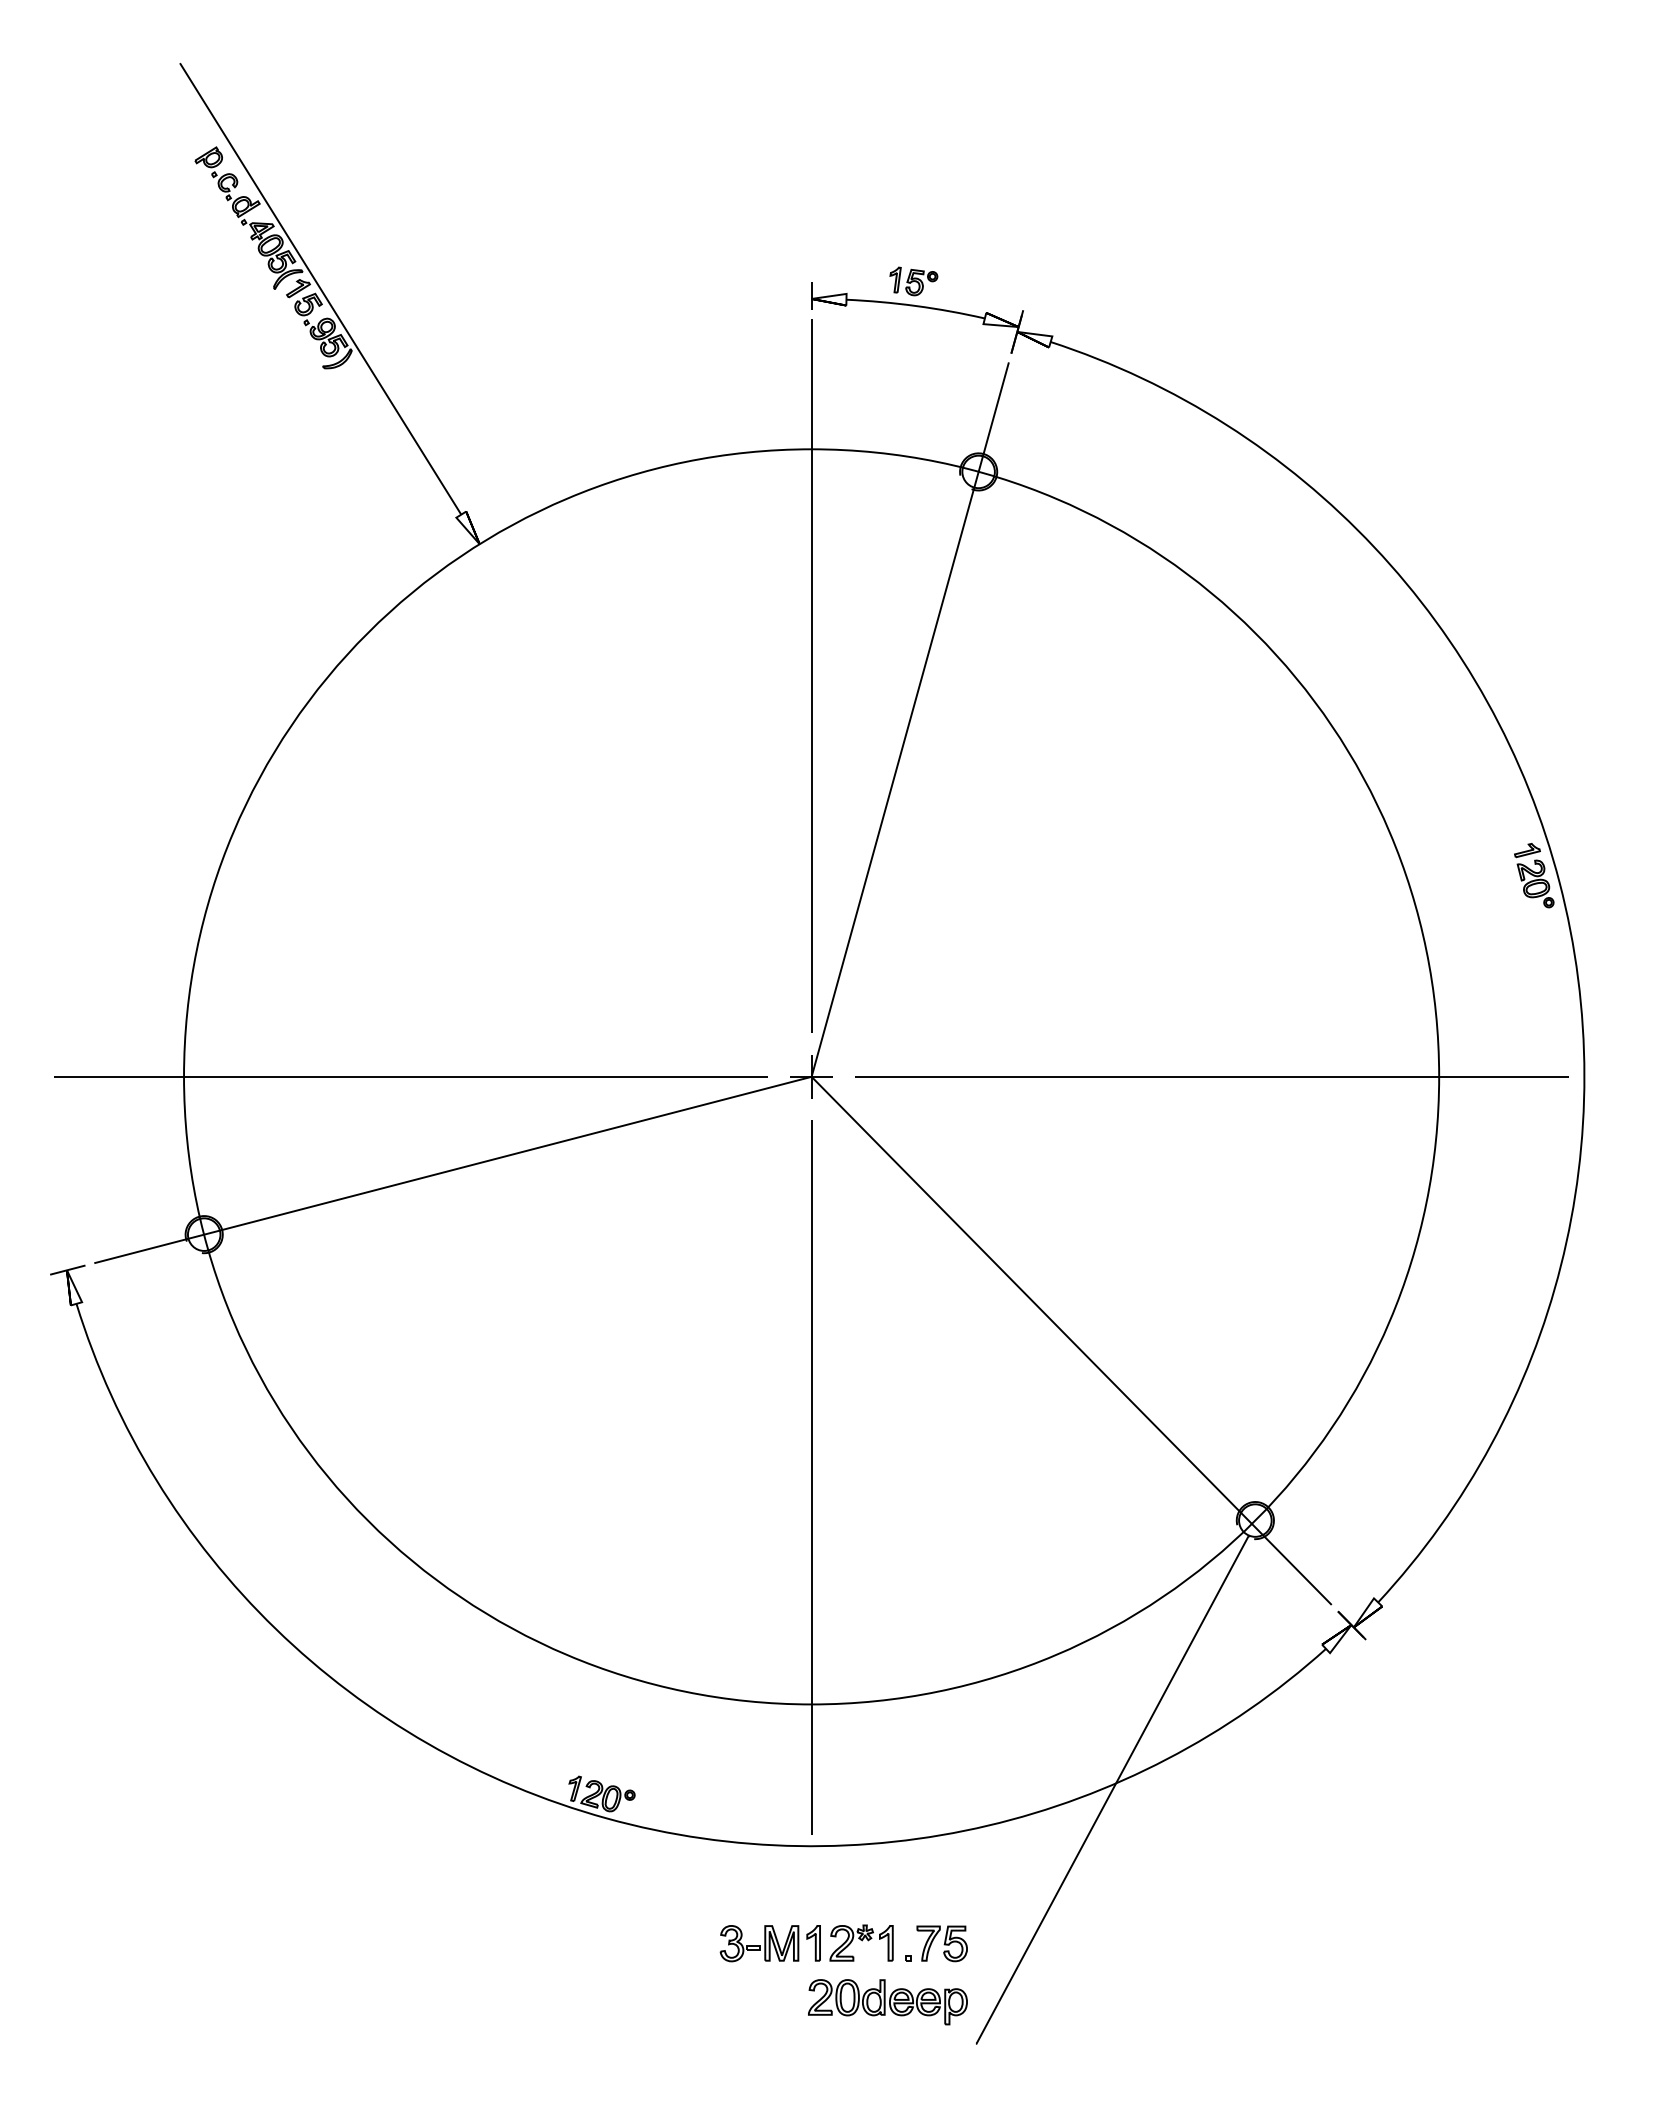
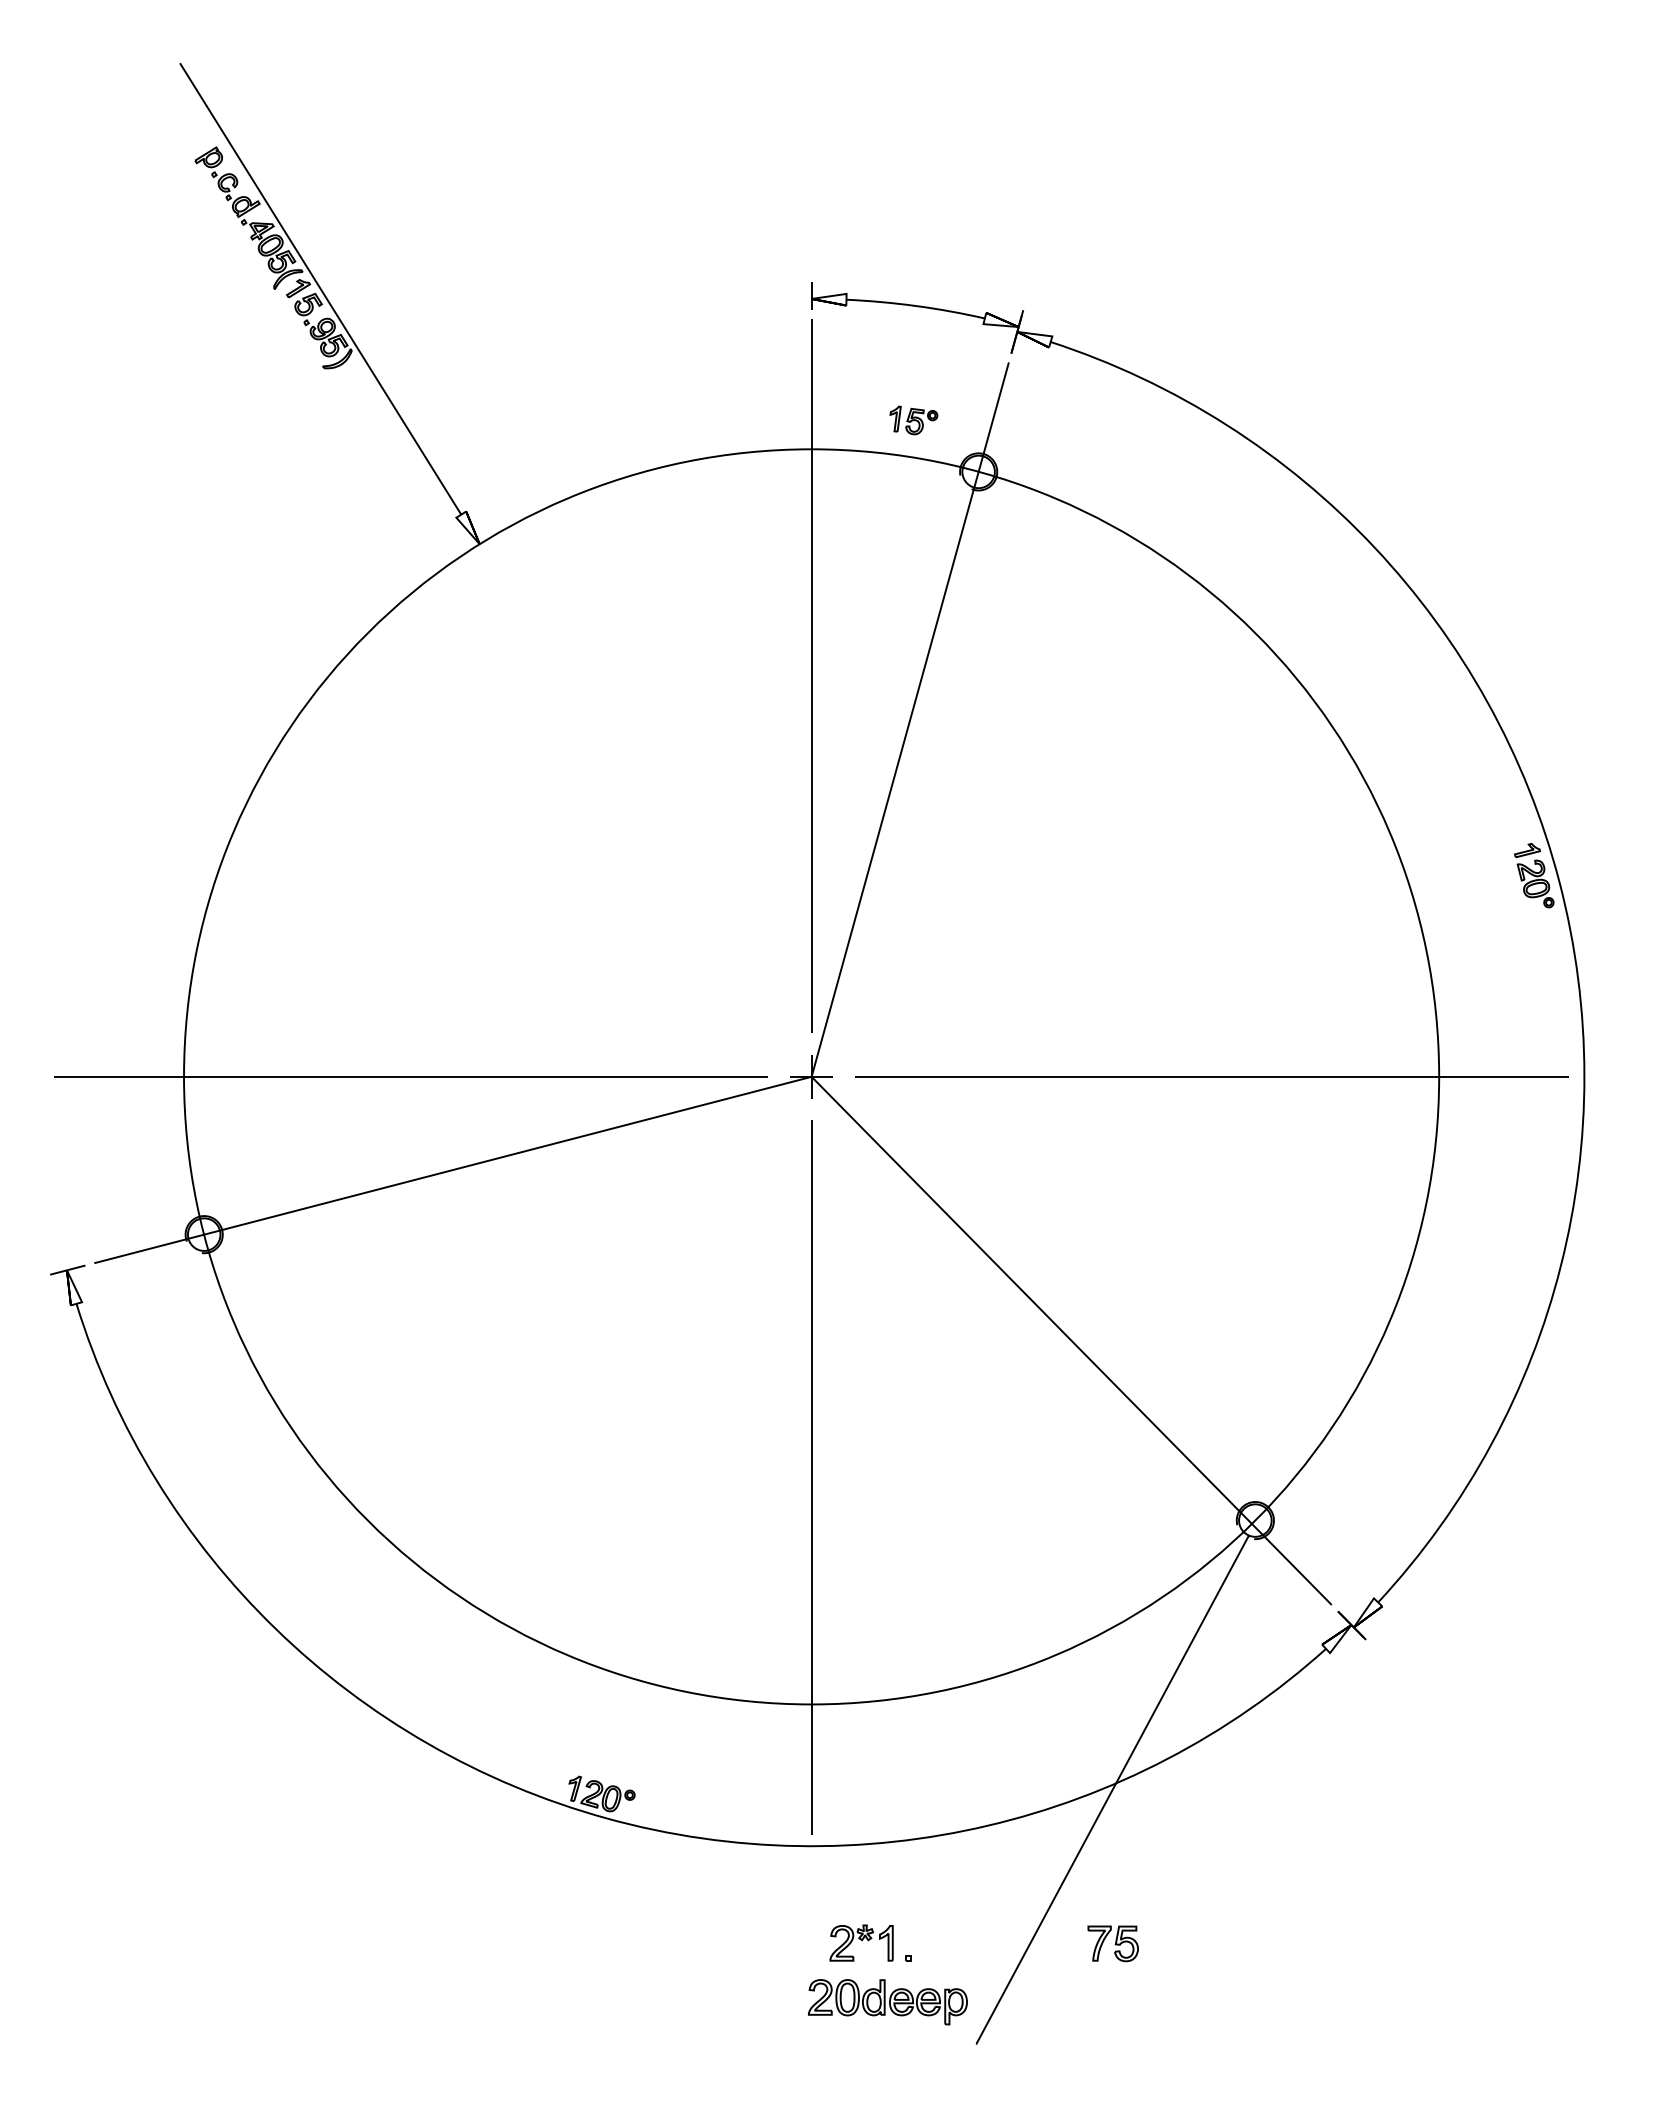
part at (913, 281) position: (913, 281) -> (913, 420)
part at (769, 1943): present -> none
part at (941, 1943) position: (941, 1943) -> (1112, 1943)
